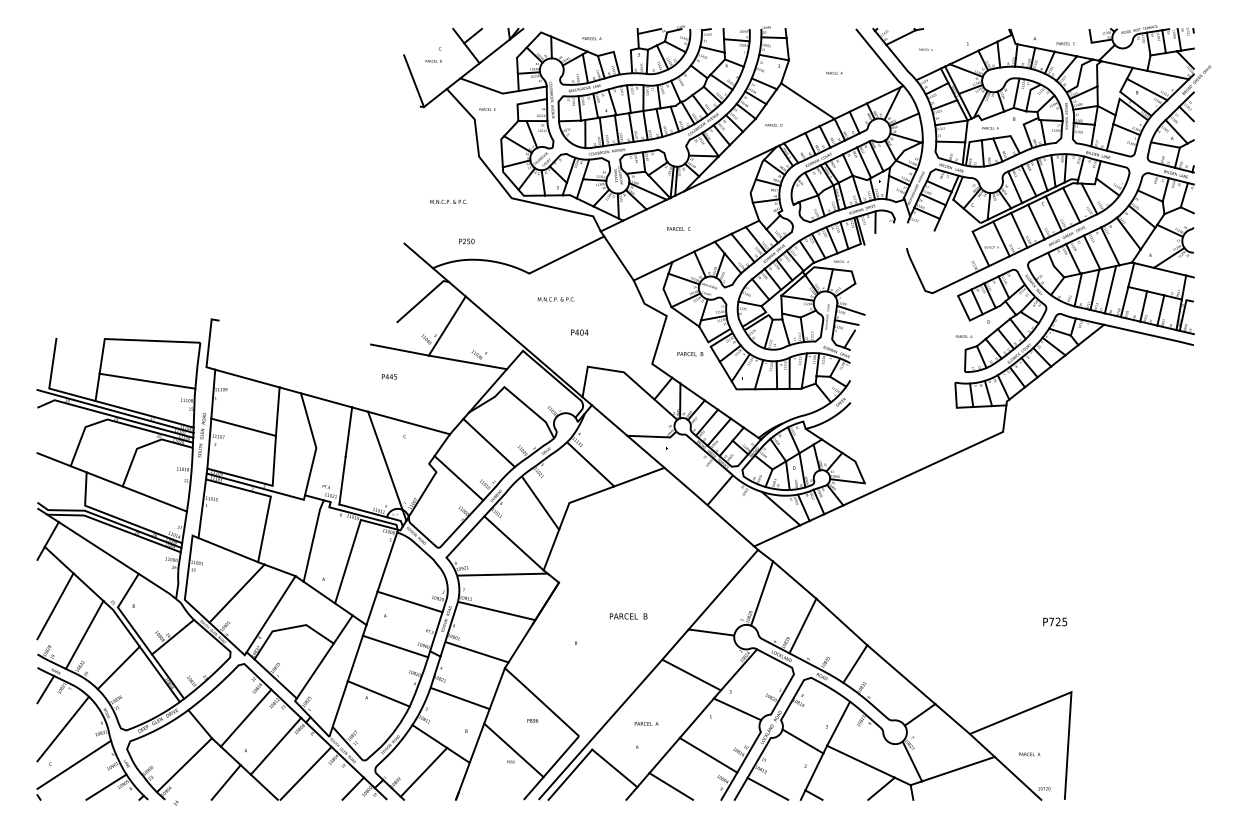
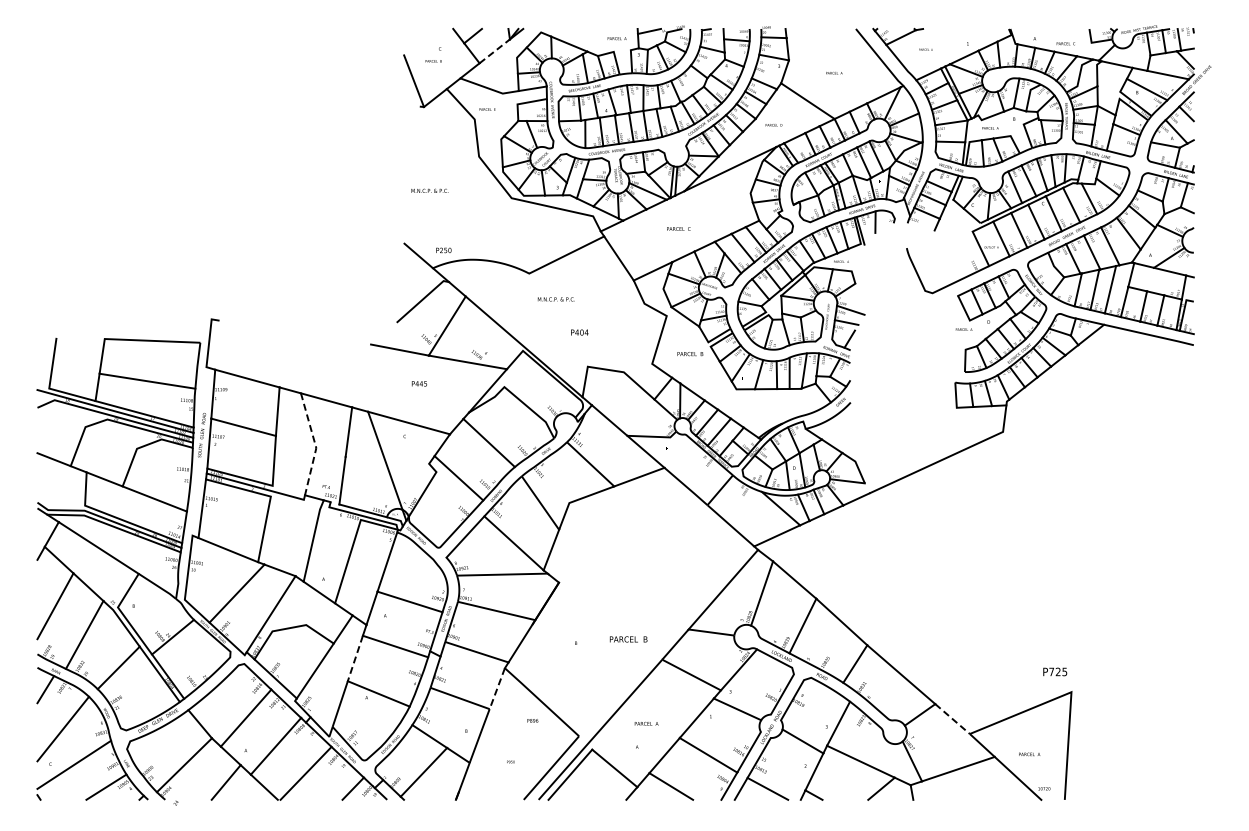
text at (591, 38) position: (591, 38) -> (616, 38)
line at (495, 51): solid -> dashed
text at (448, 201) position: (448, 201) -> (429, 190)
text at (466, 241) position: (466, 241) -> (443, 250)
text at (963, 336) position: (963, 336) -> (963, 329)
text at (388, 376) position: (388, 376) -> (418, 383)
line at (315, 445): solid -> dashed
text at (628, 616) position: (628, 616) -> (628, 639)
text at (1055, 621) position: (1055, 621) -> (1055, 671)
line at (355, 658): solid -> dashed
line at (497, 688): solid -> dashed
line at (952, 719): solid -> dashed
line at (513, 750): present -> none
